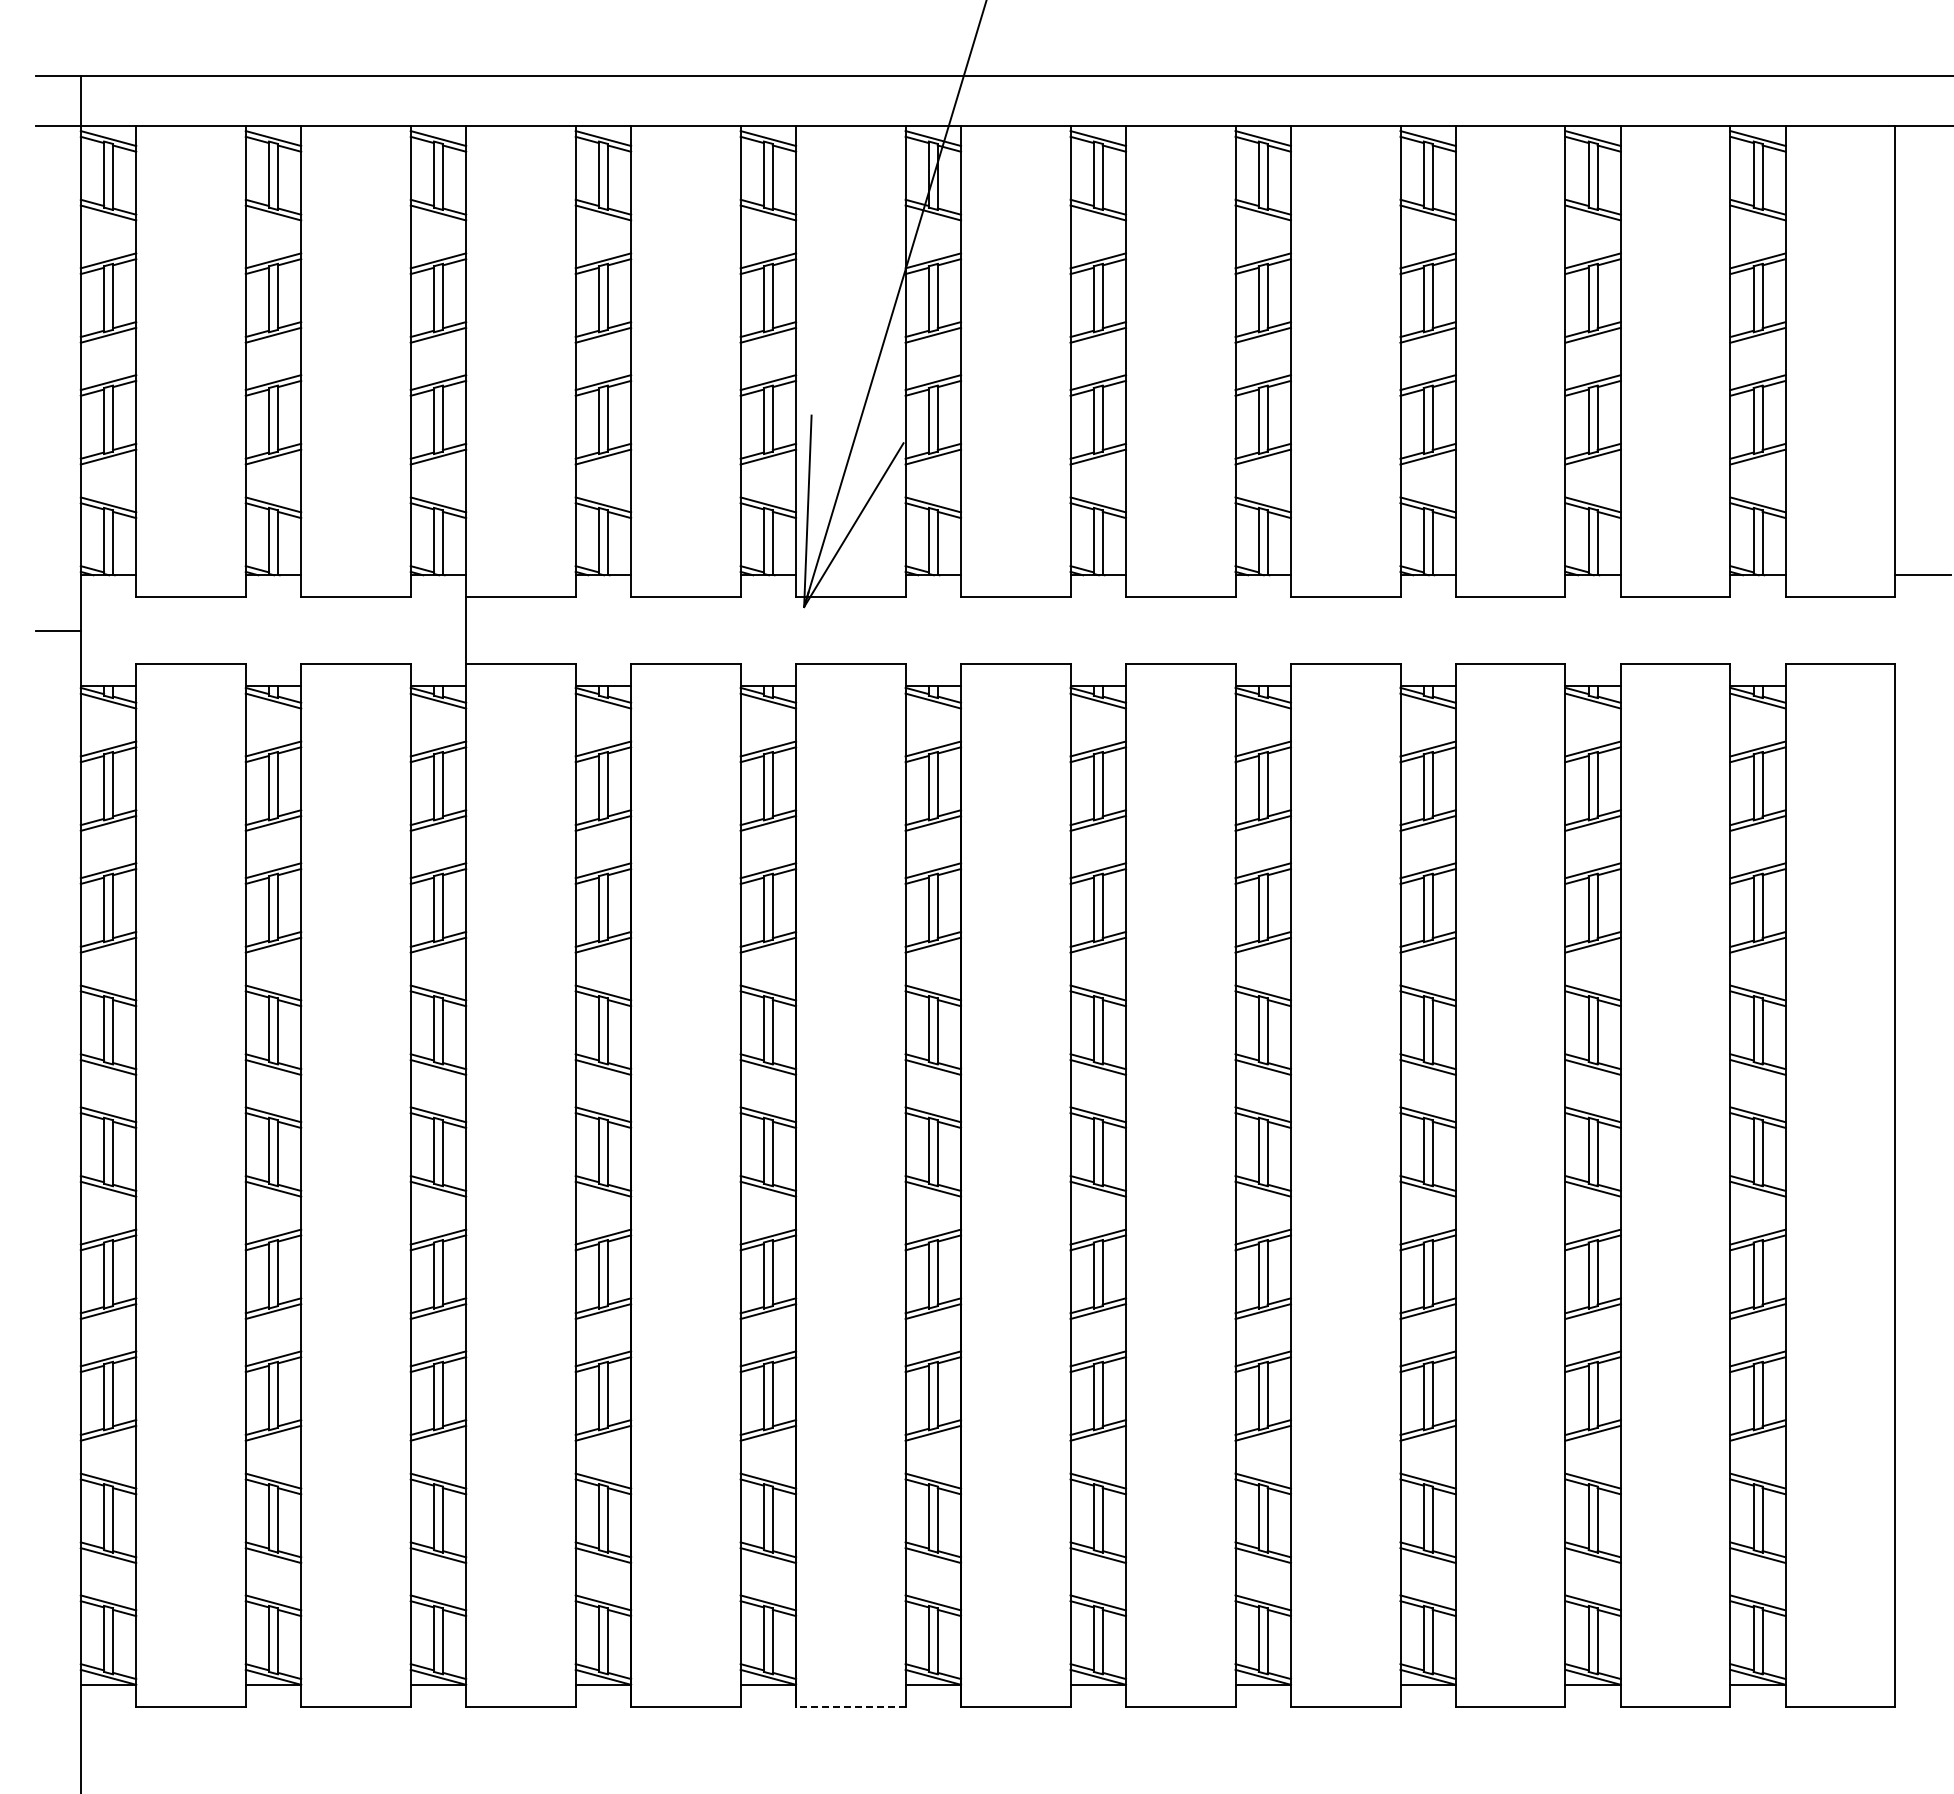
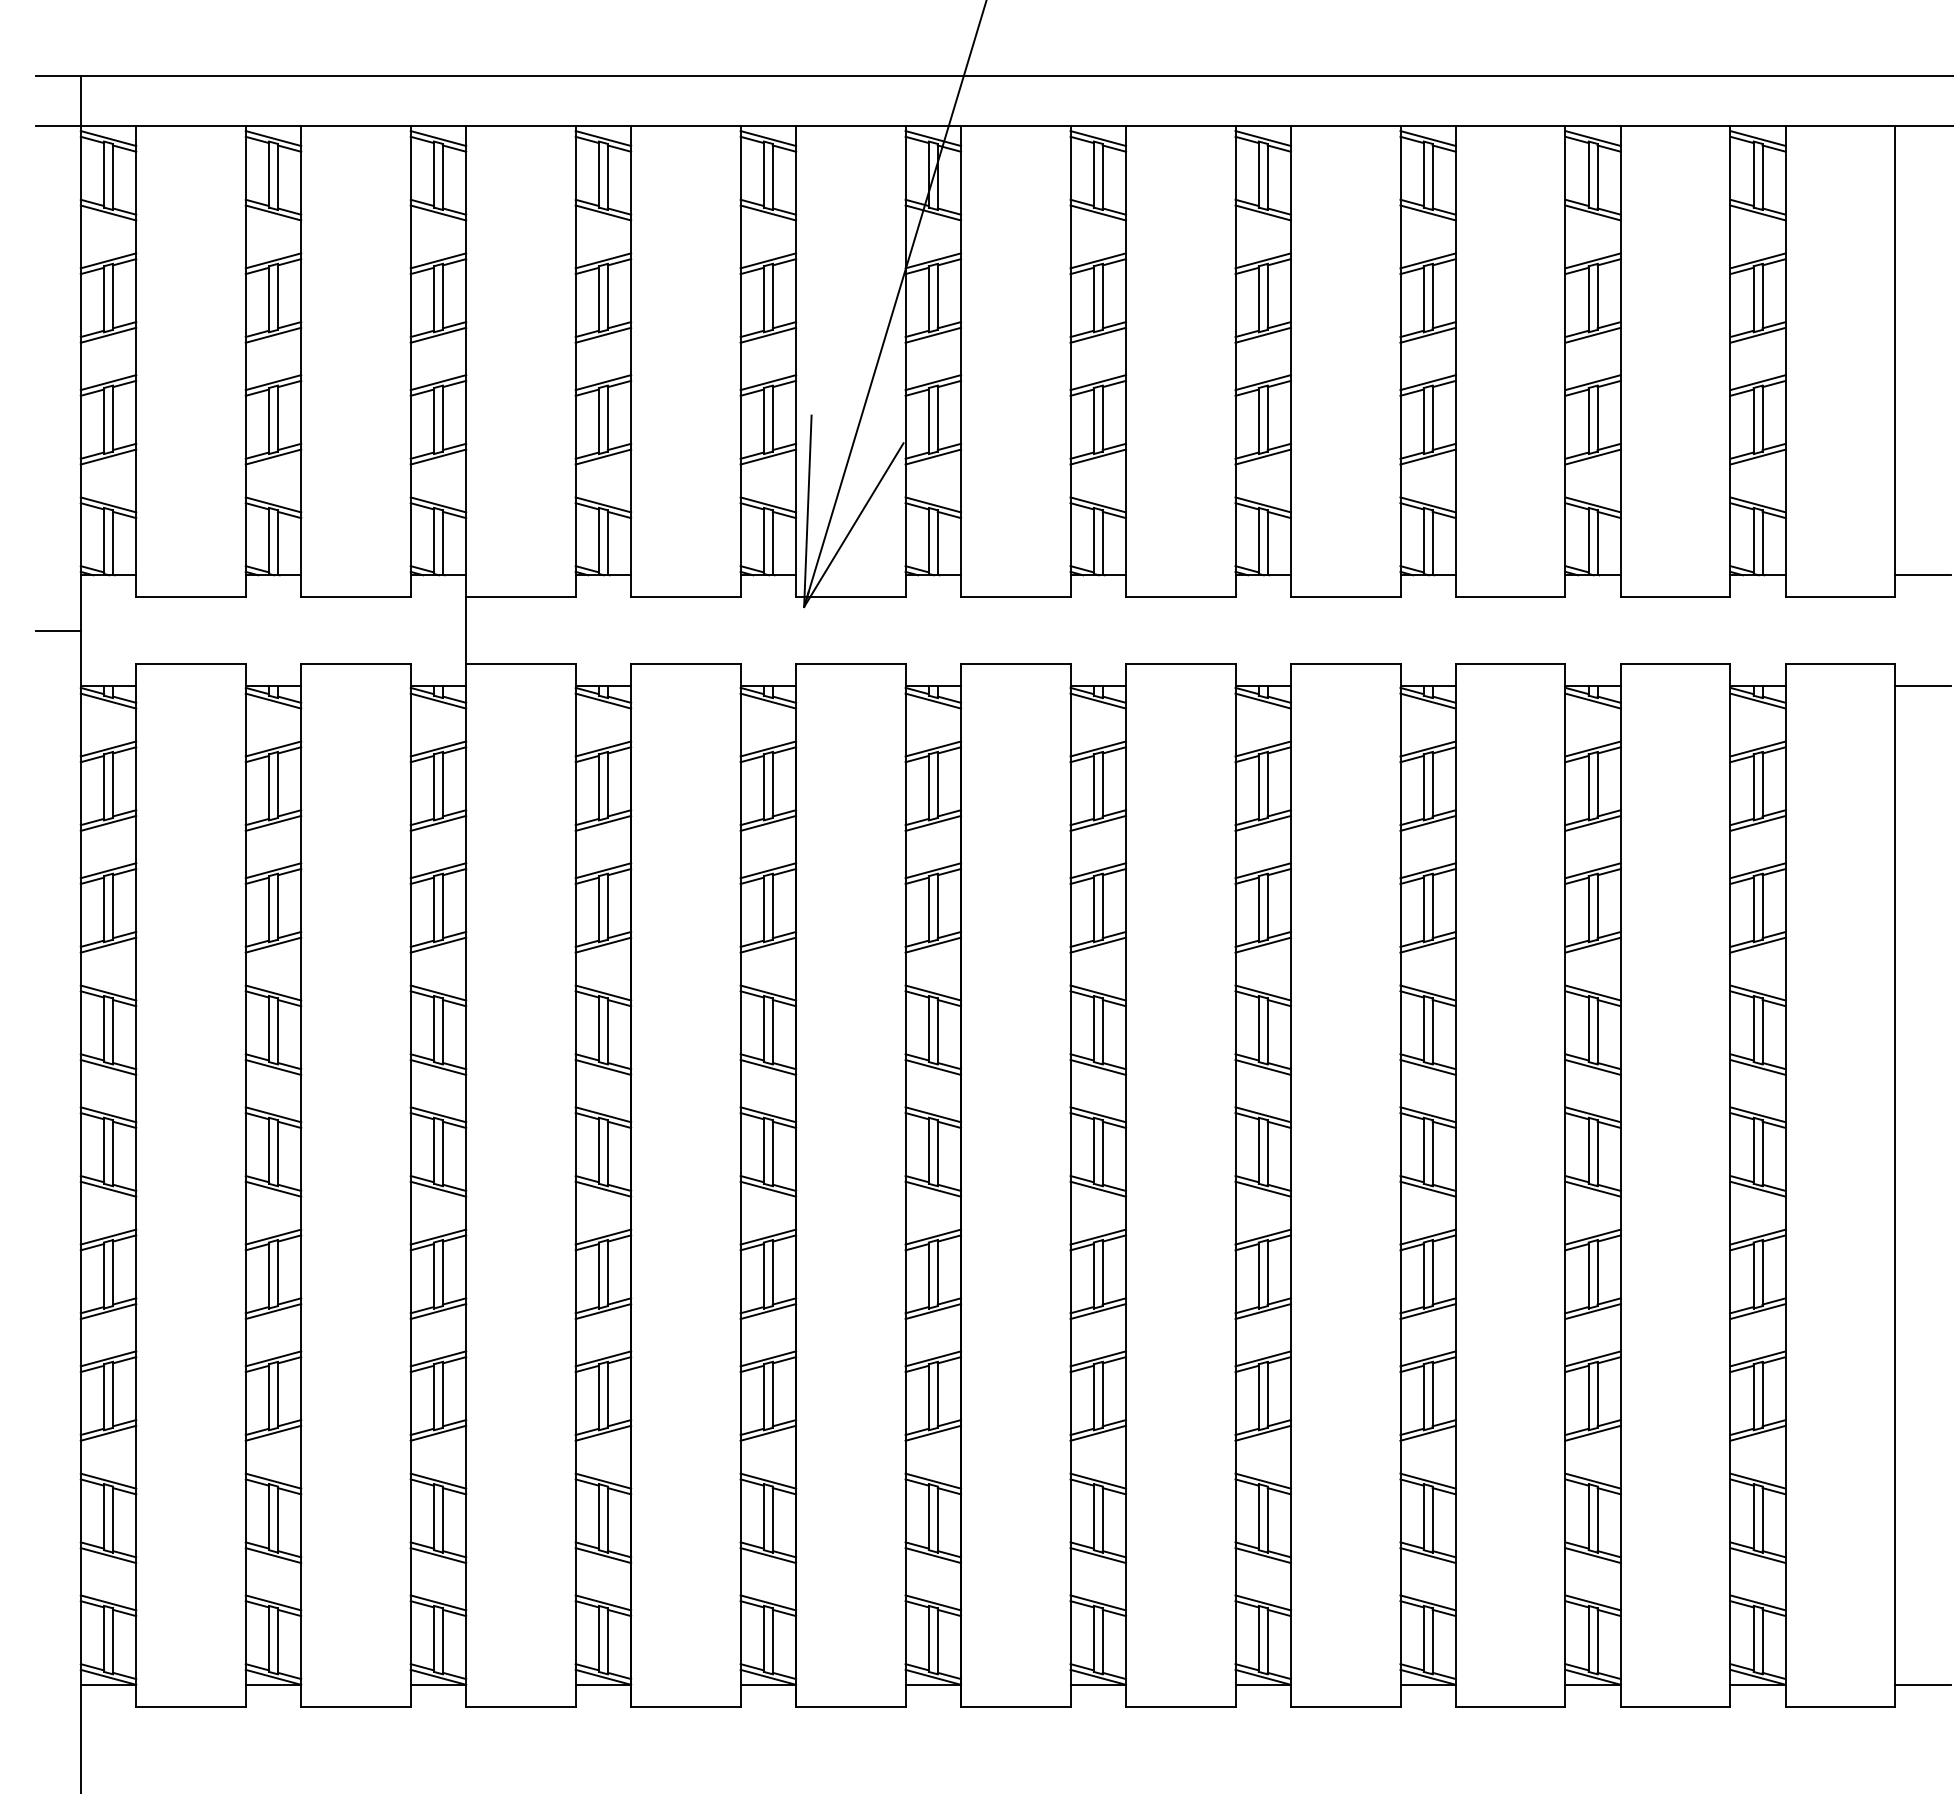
line at (1922, 686): none -> present
line at (1922, 1684): none -> present
line at (850, 1706): dashed -> solid
